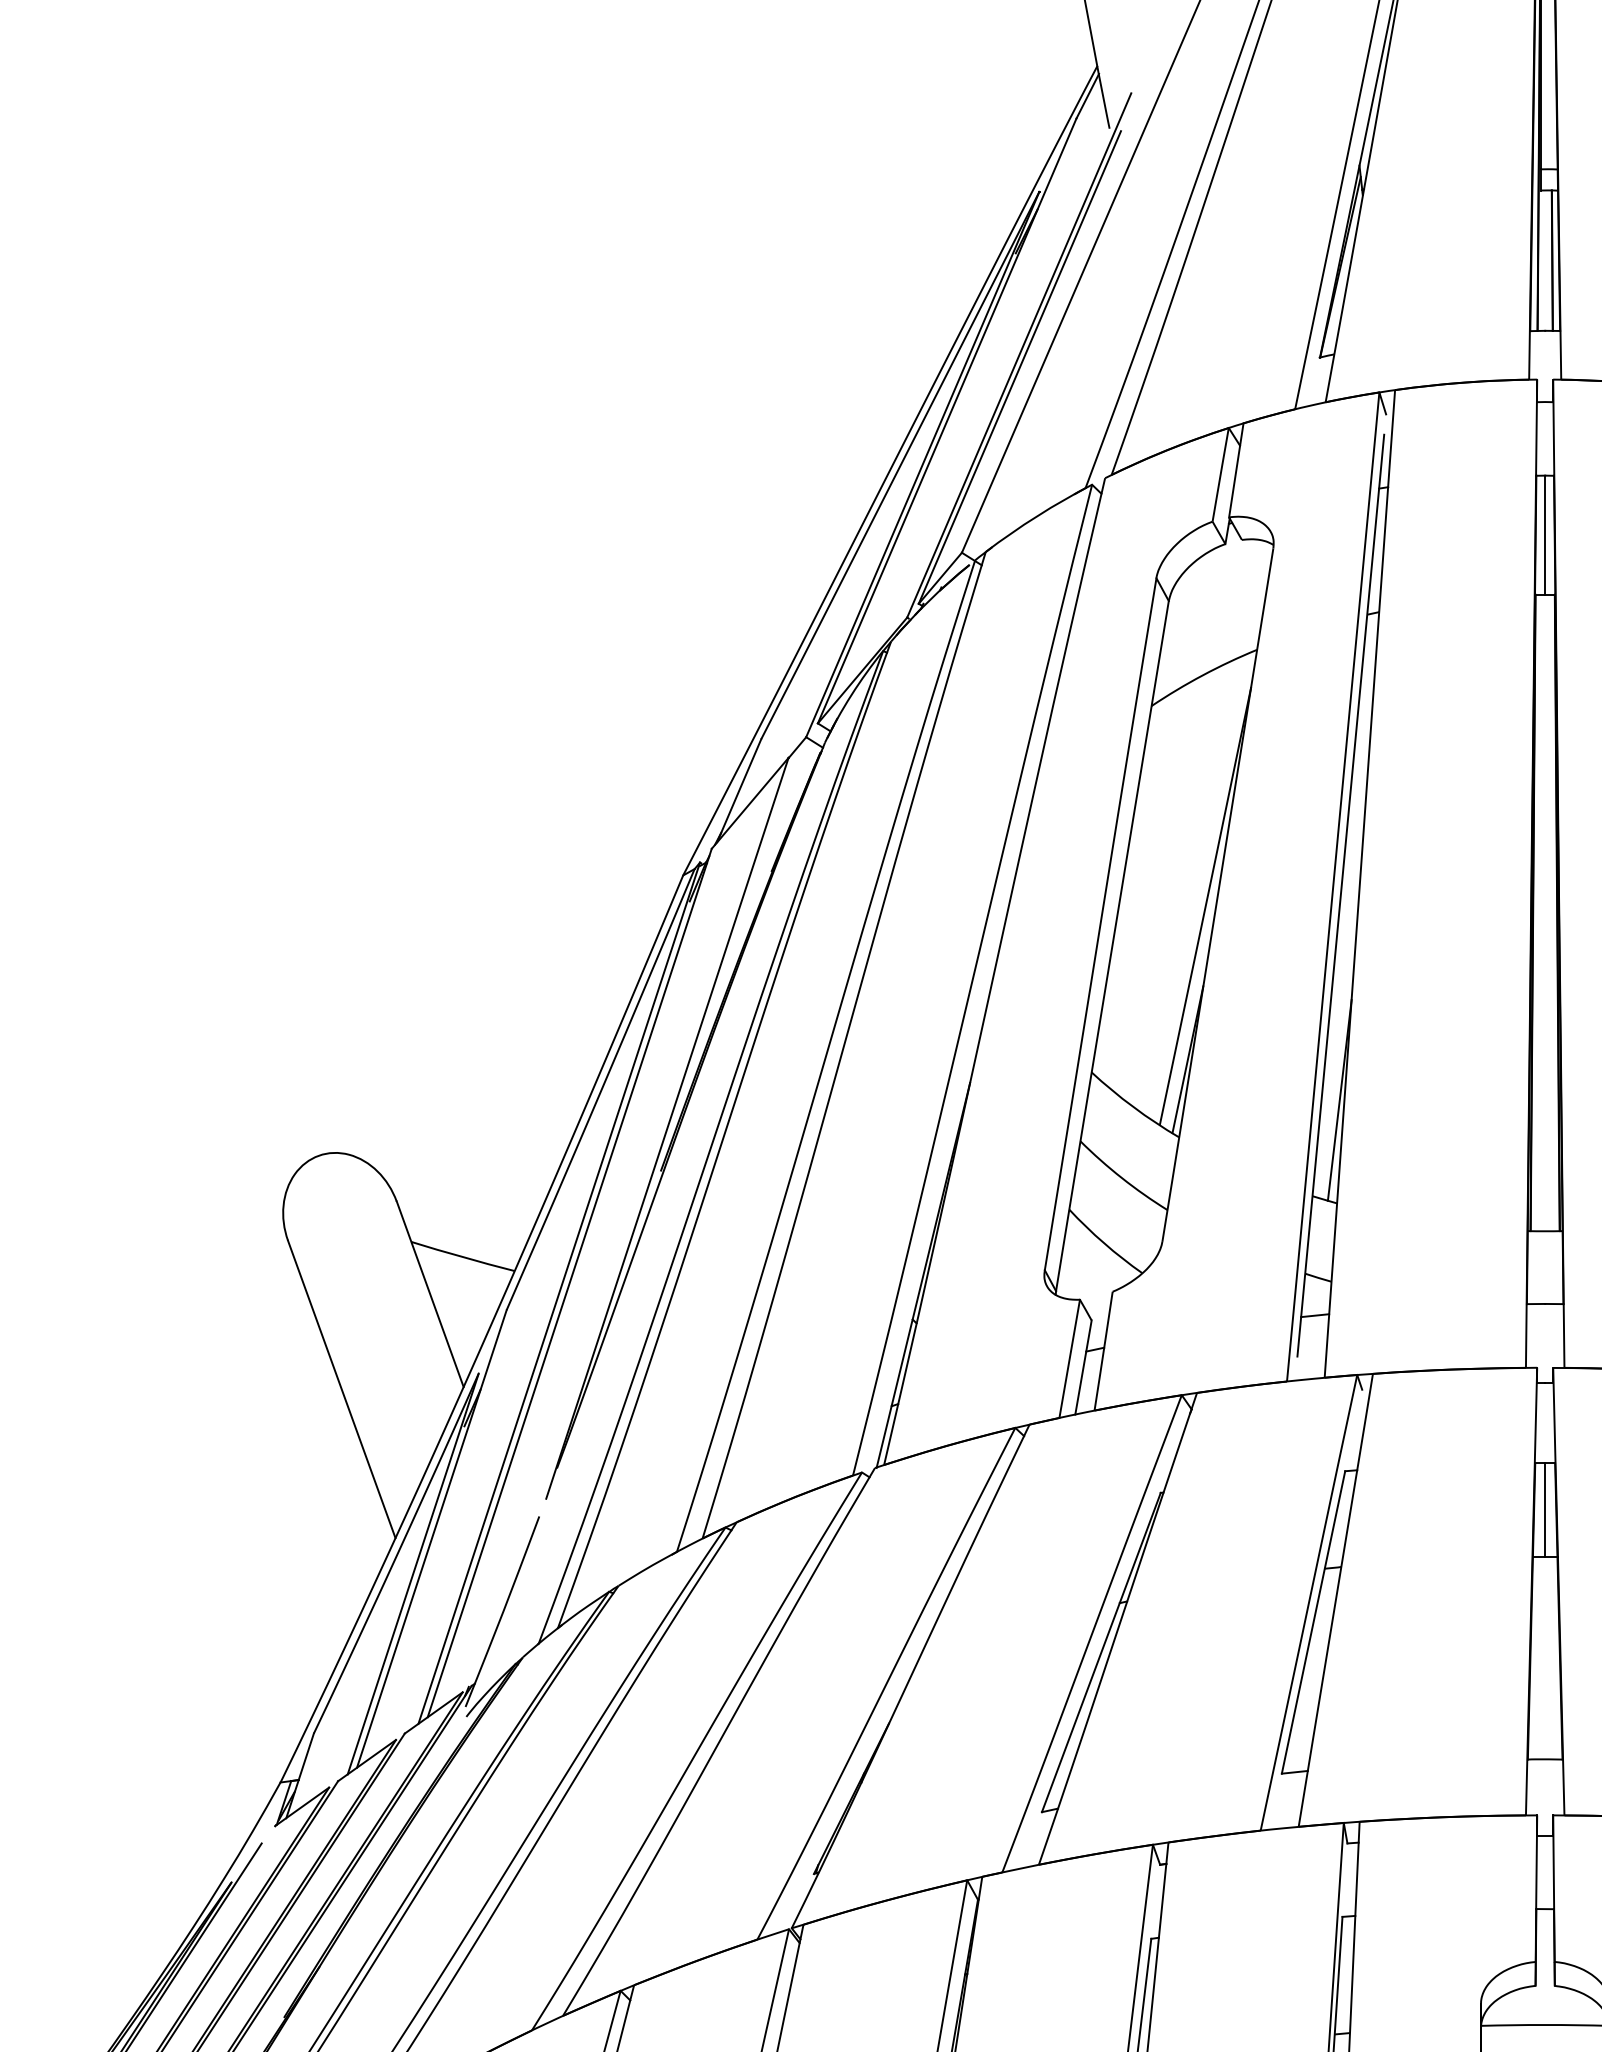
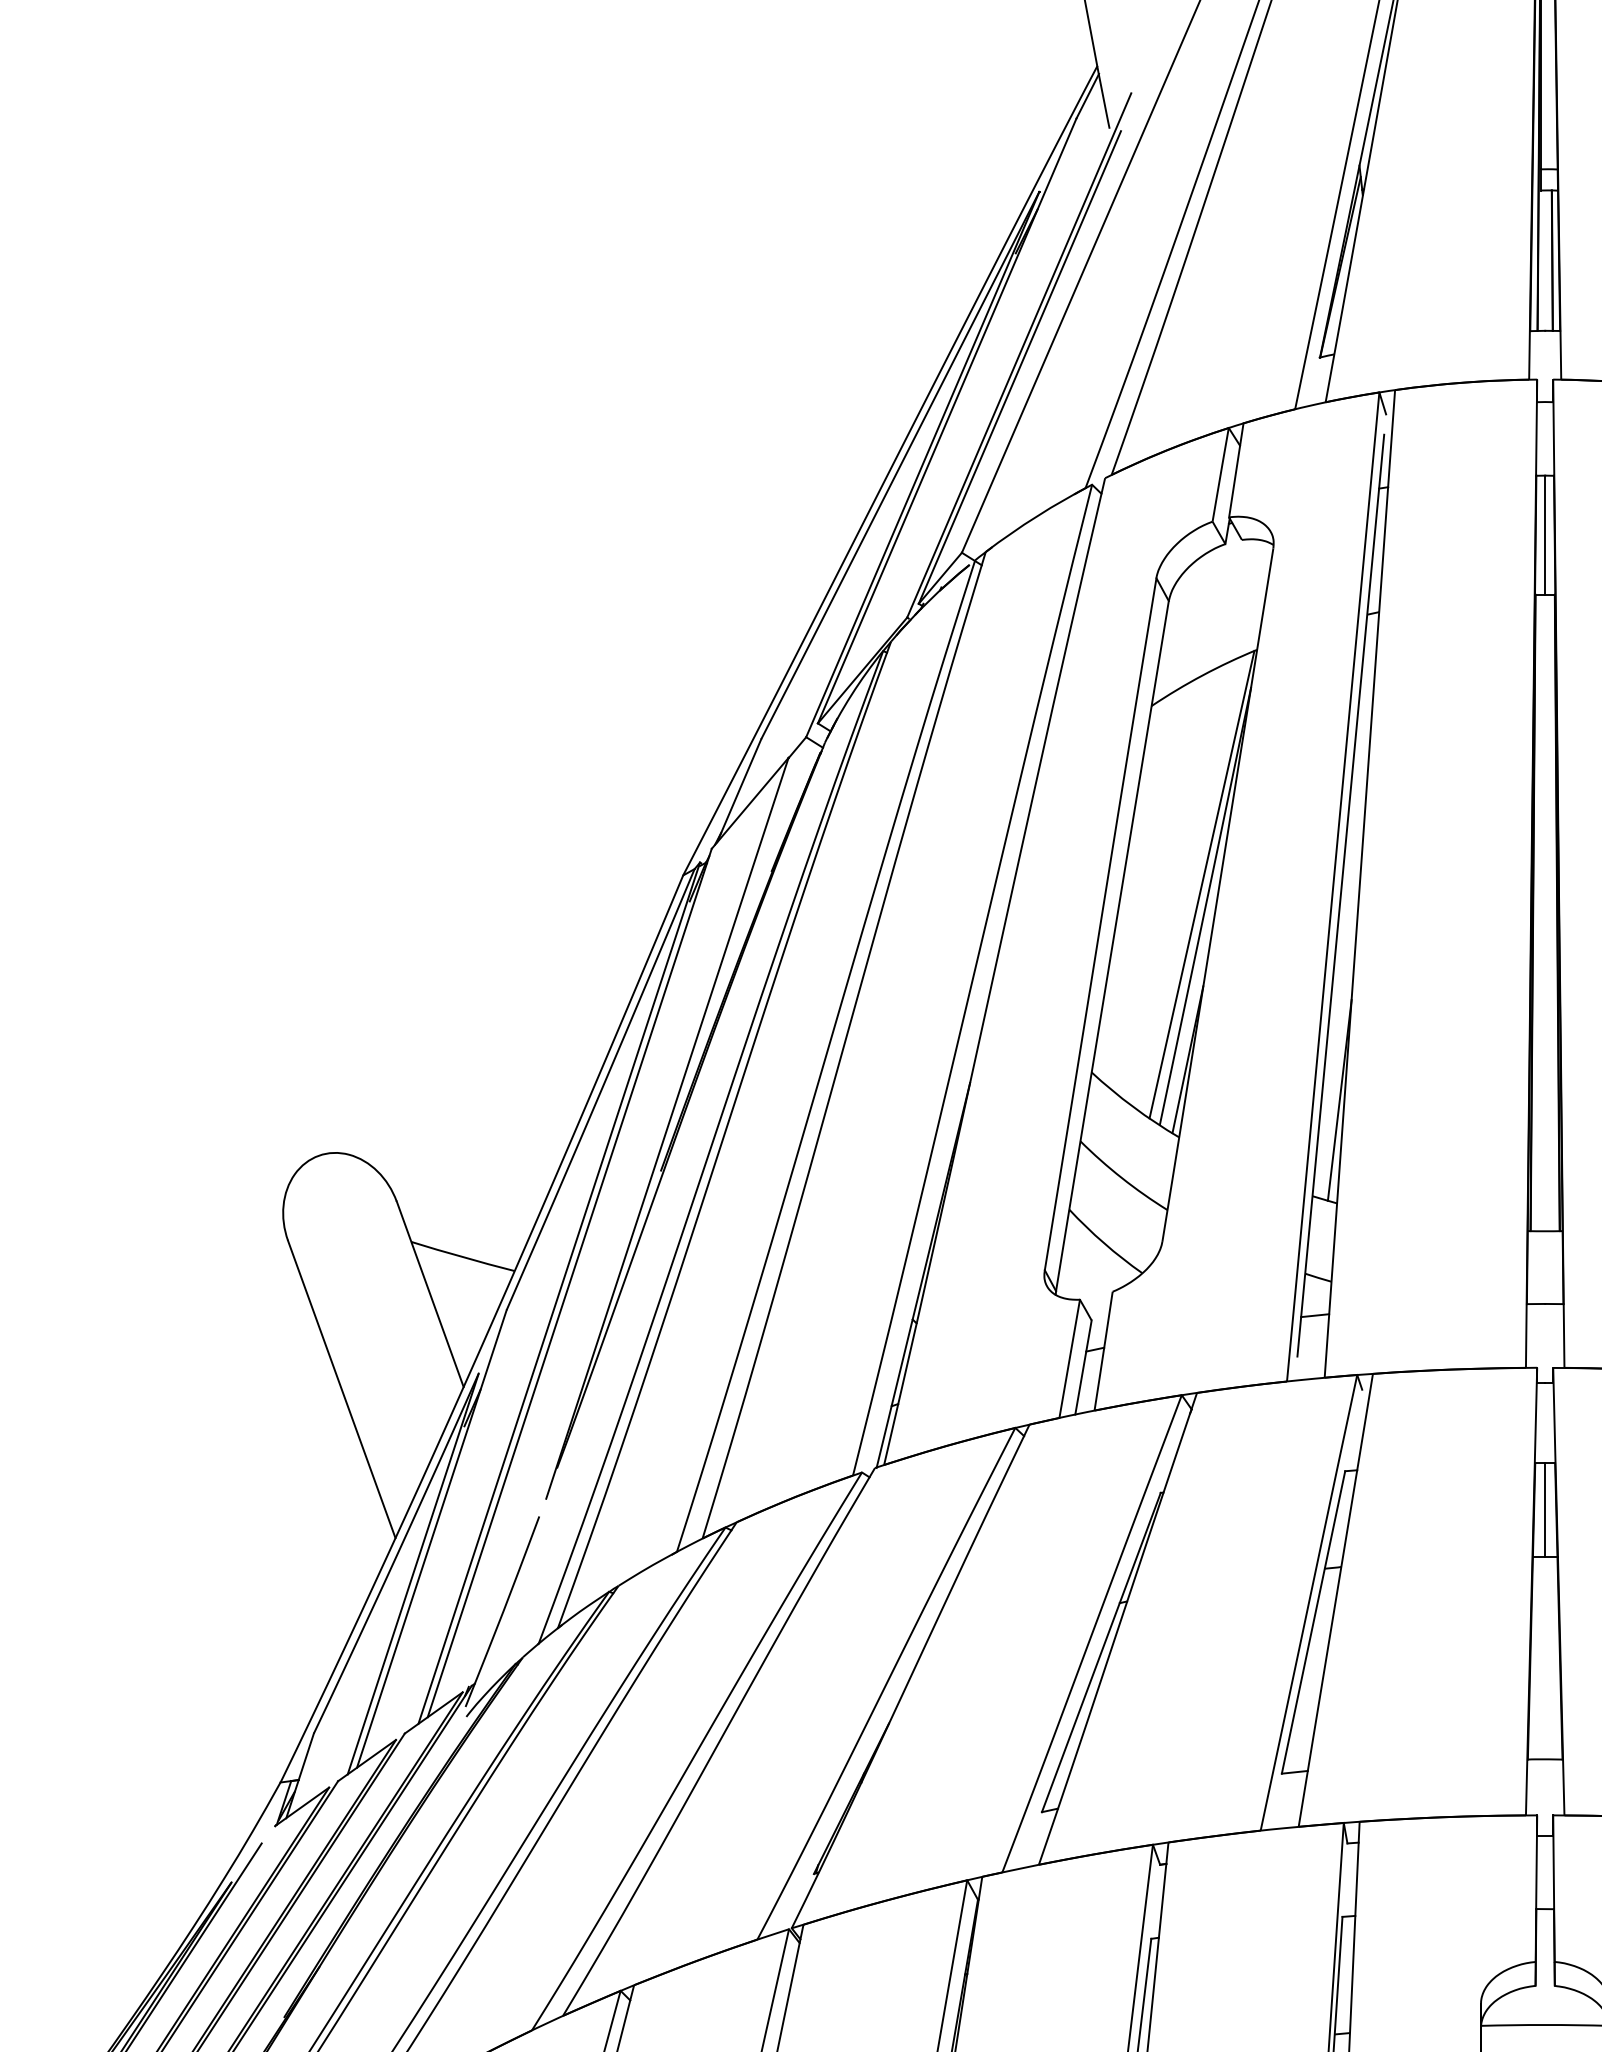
line at (1201, 884): none -> present
